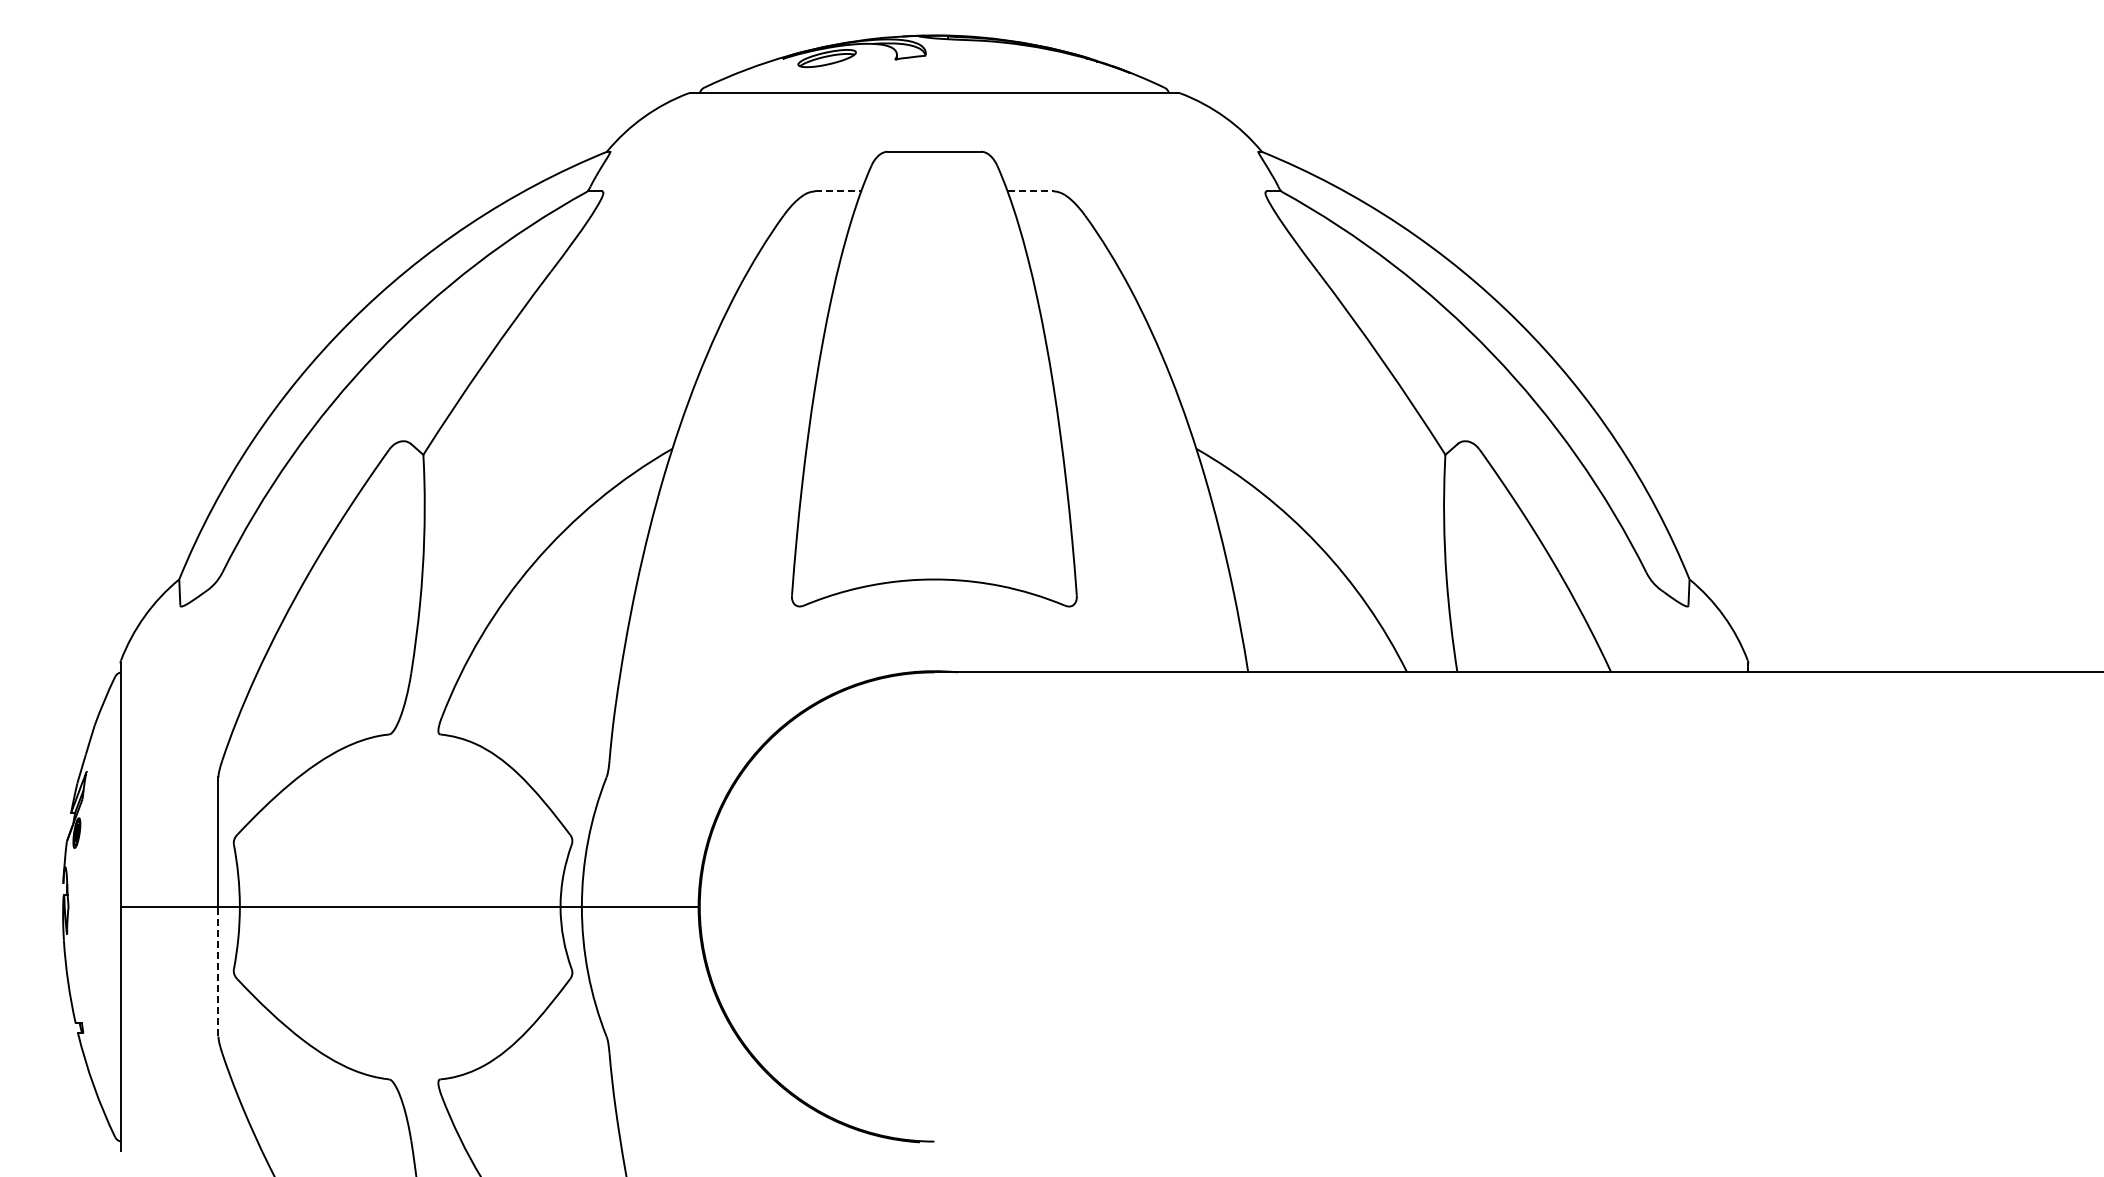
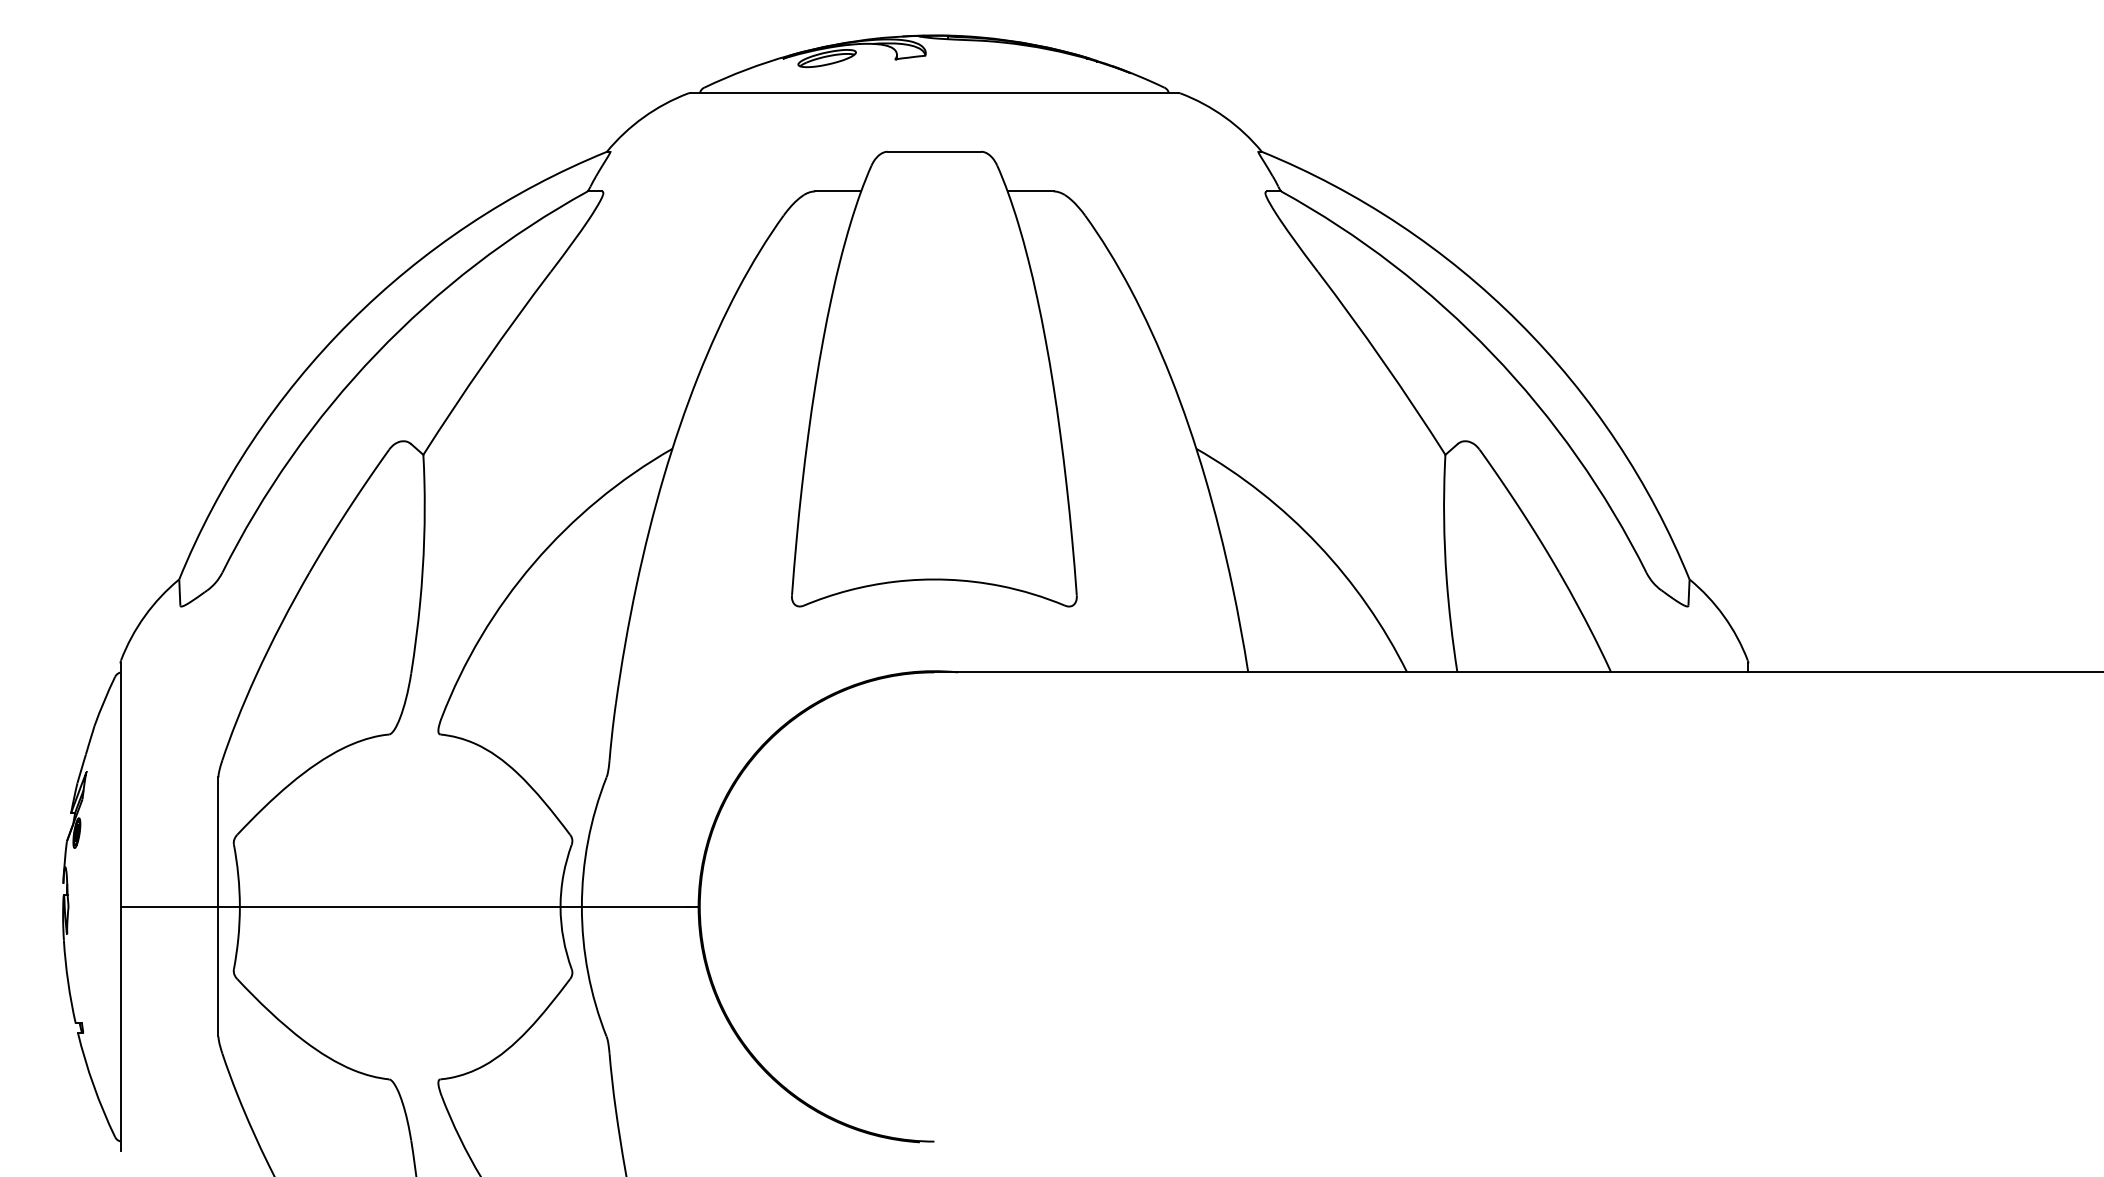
line at (838, 191): dashed -> solid
line at (1030, 191): dashed -> solid
line at (218, 971): dashed -> solid
